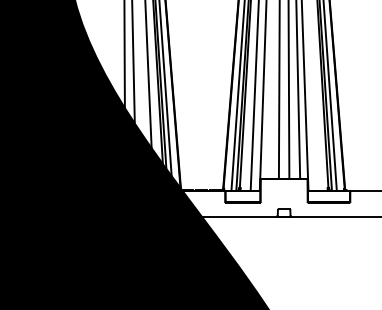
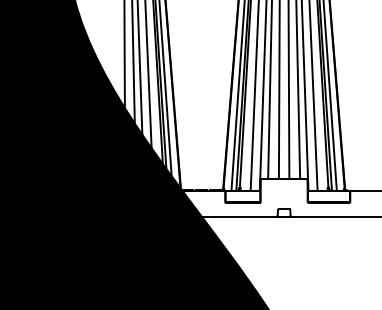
line at (139, 68): none -> present
line at (269, 90): none -> present
line at (313, 96): none -> present
